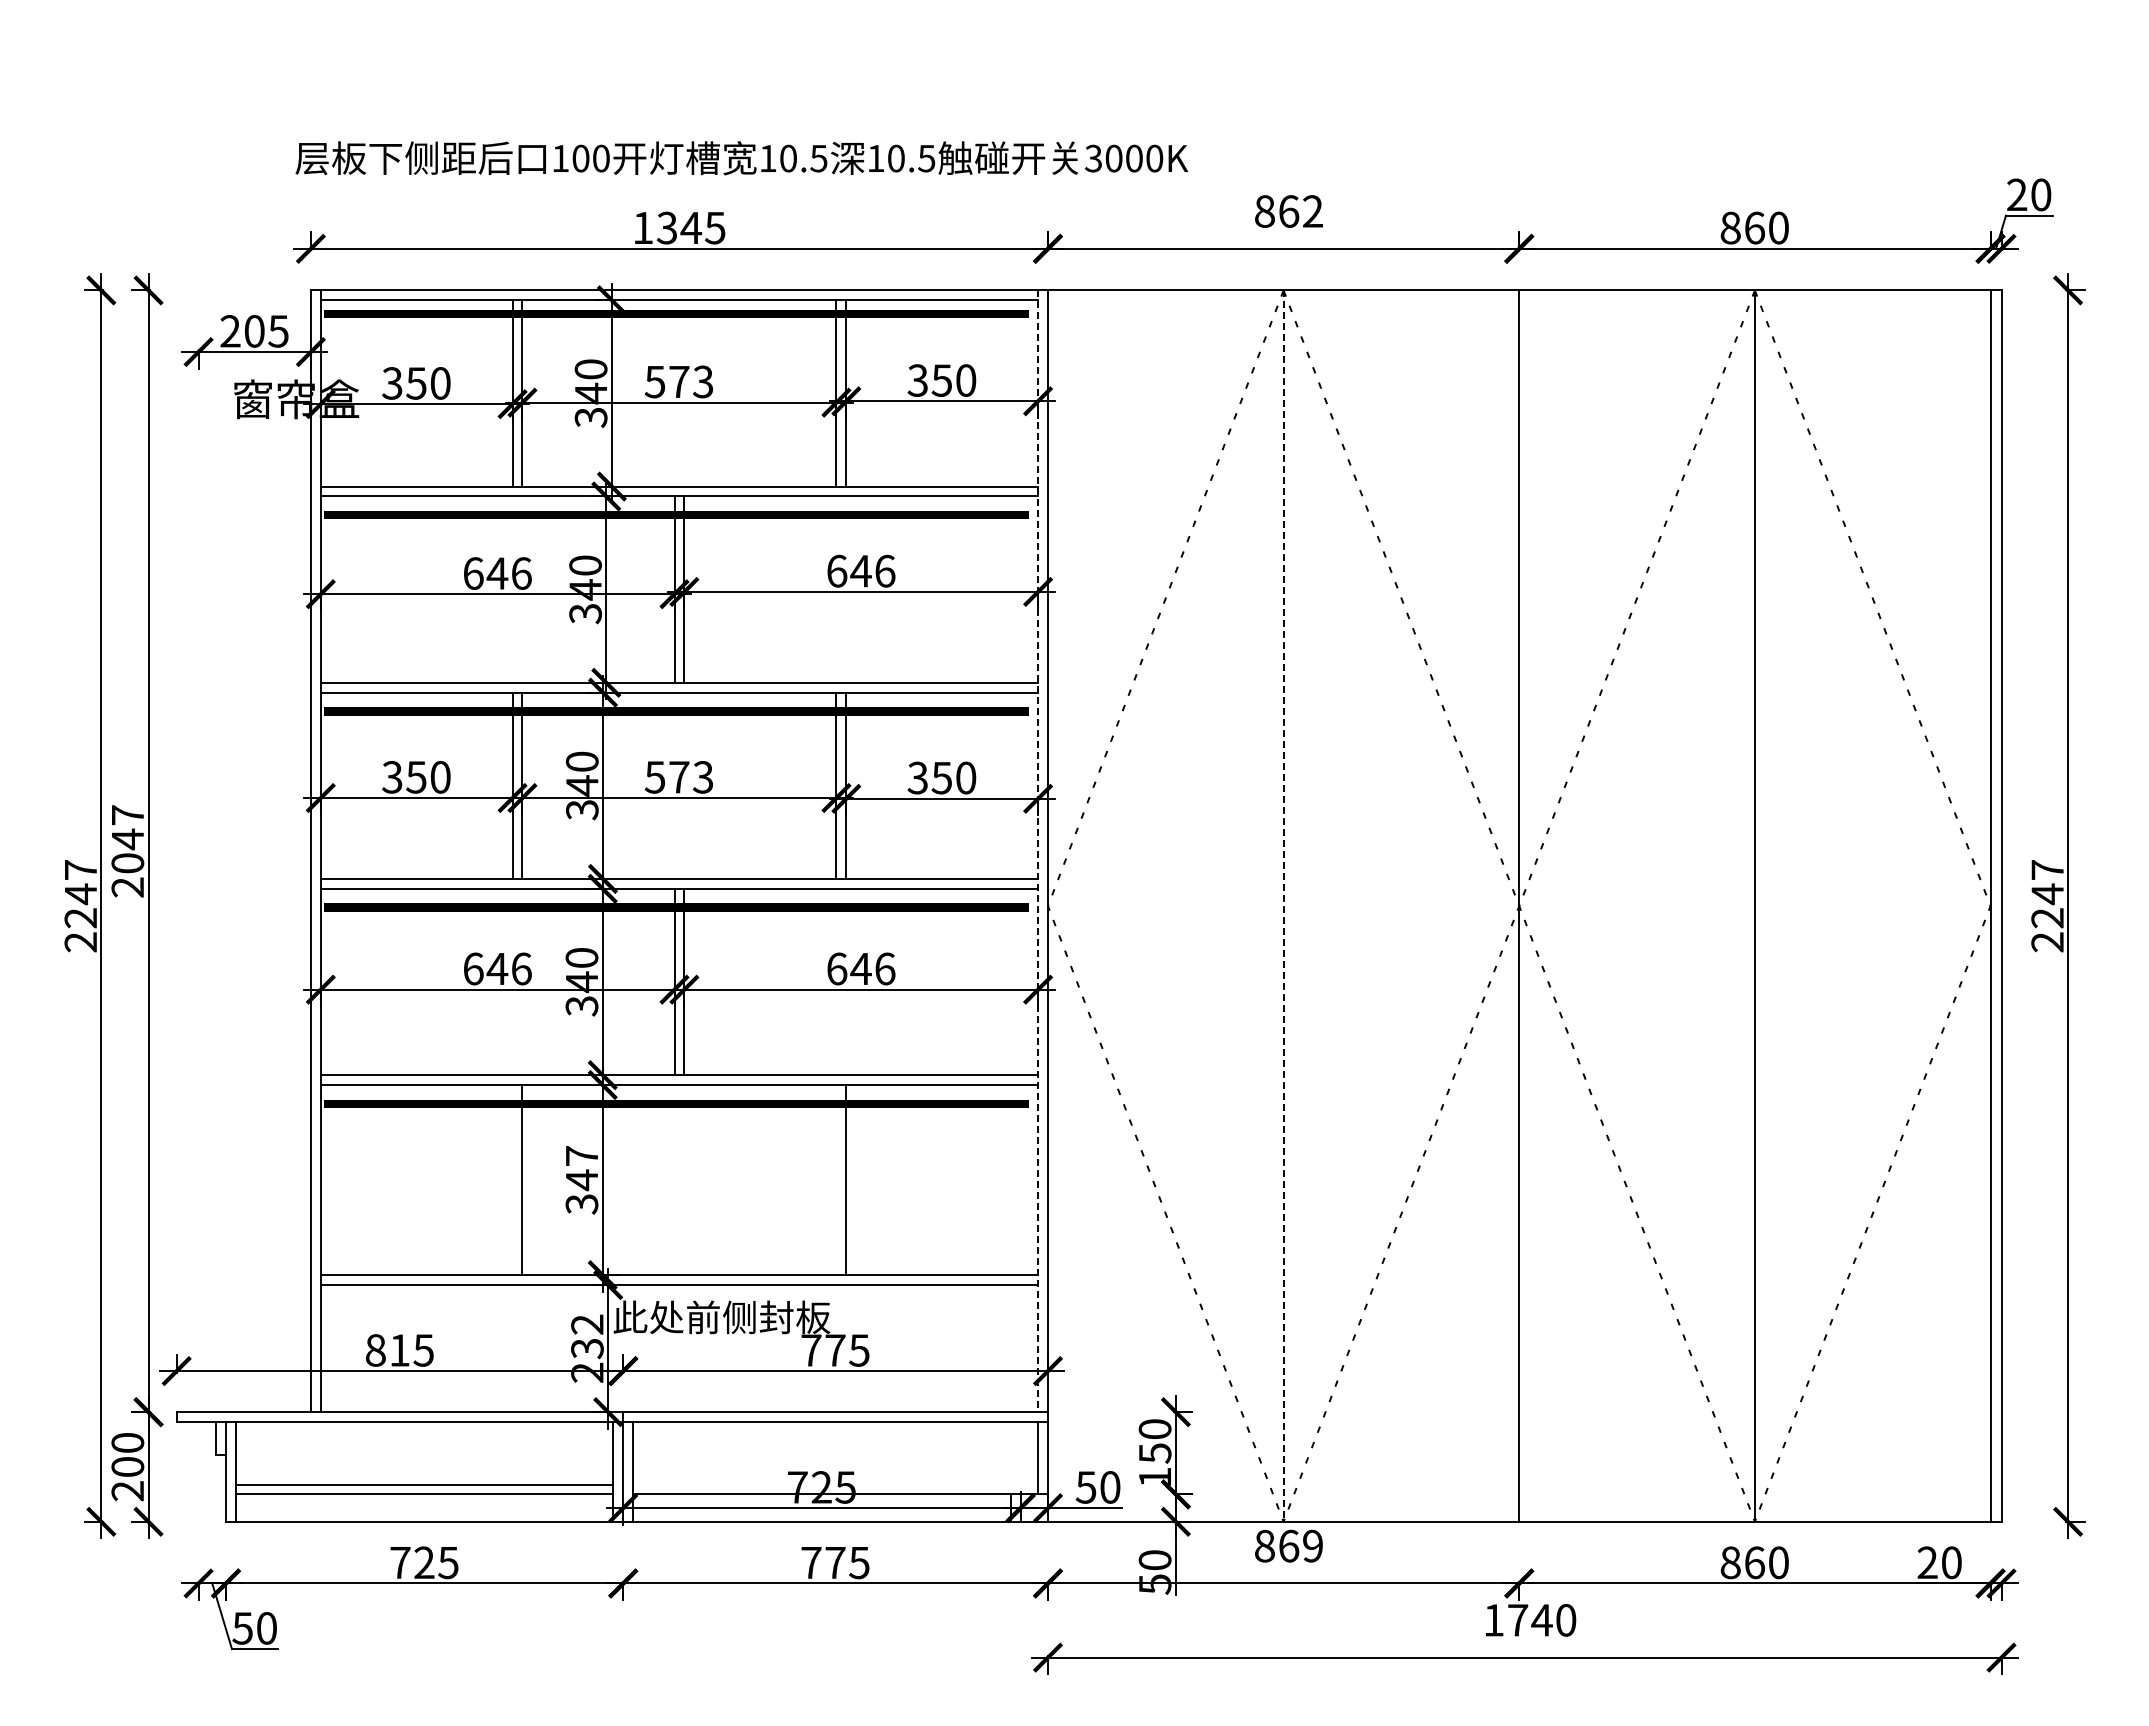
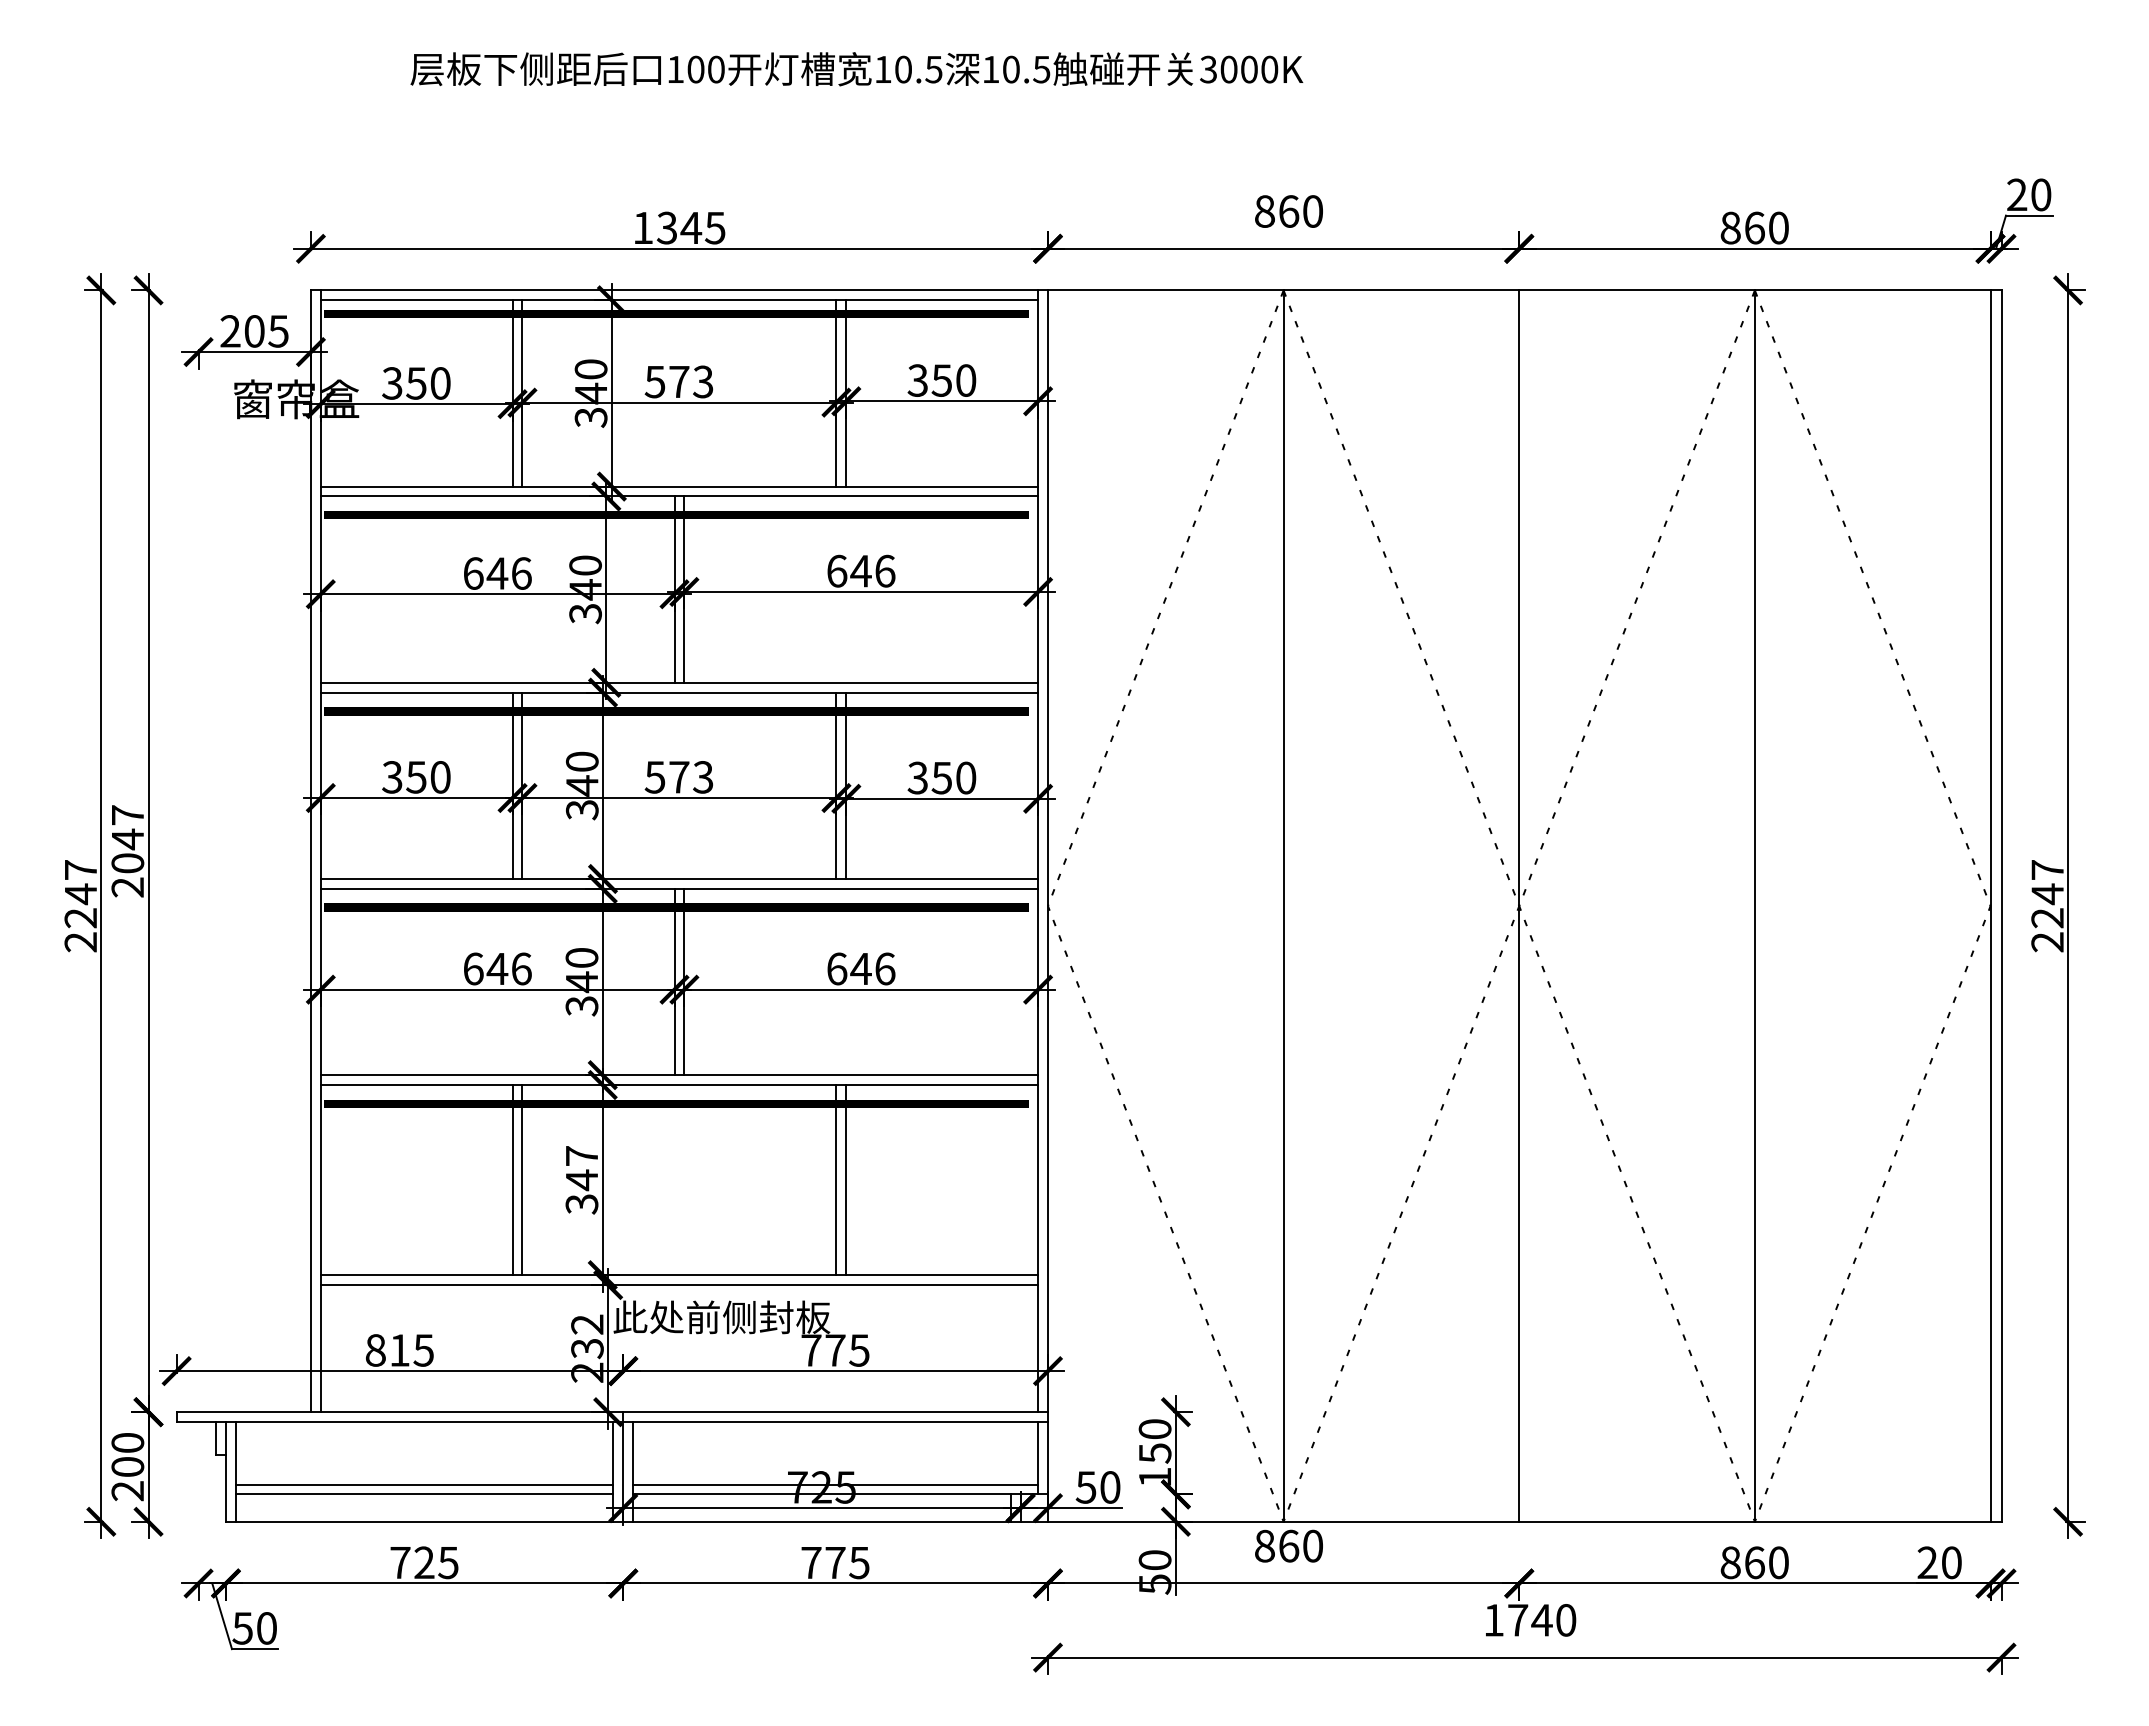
text at (741, 158) position: (741, 158) -> (856, 69)
text at (1312, 211): 862 -> 860
line at (1038, 851): dashed -> solid
line at (1283, 906): dashed -> solid
line at (512, 1180): none -> present
line at (836, 1180): none -> present
line at (835, 1484): none -> present
text at (1312, 1545): 869 -> 860
